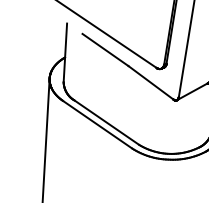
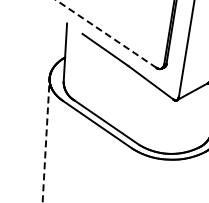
line at (106, 33): solid -> dashed
line at (46, 140): solid -> dashed
